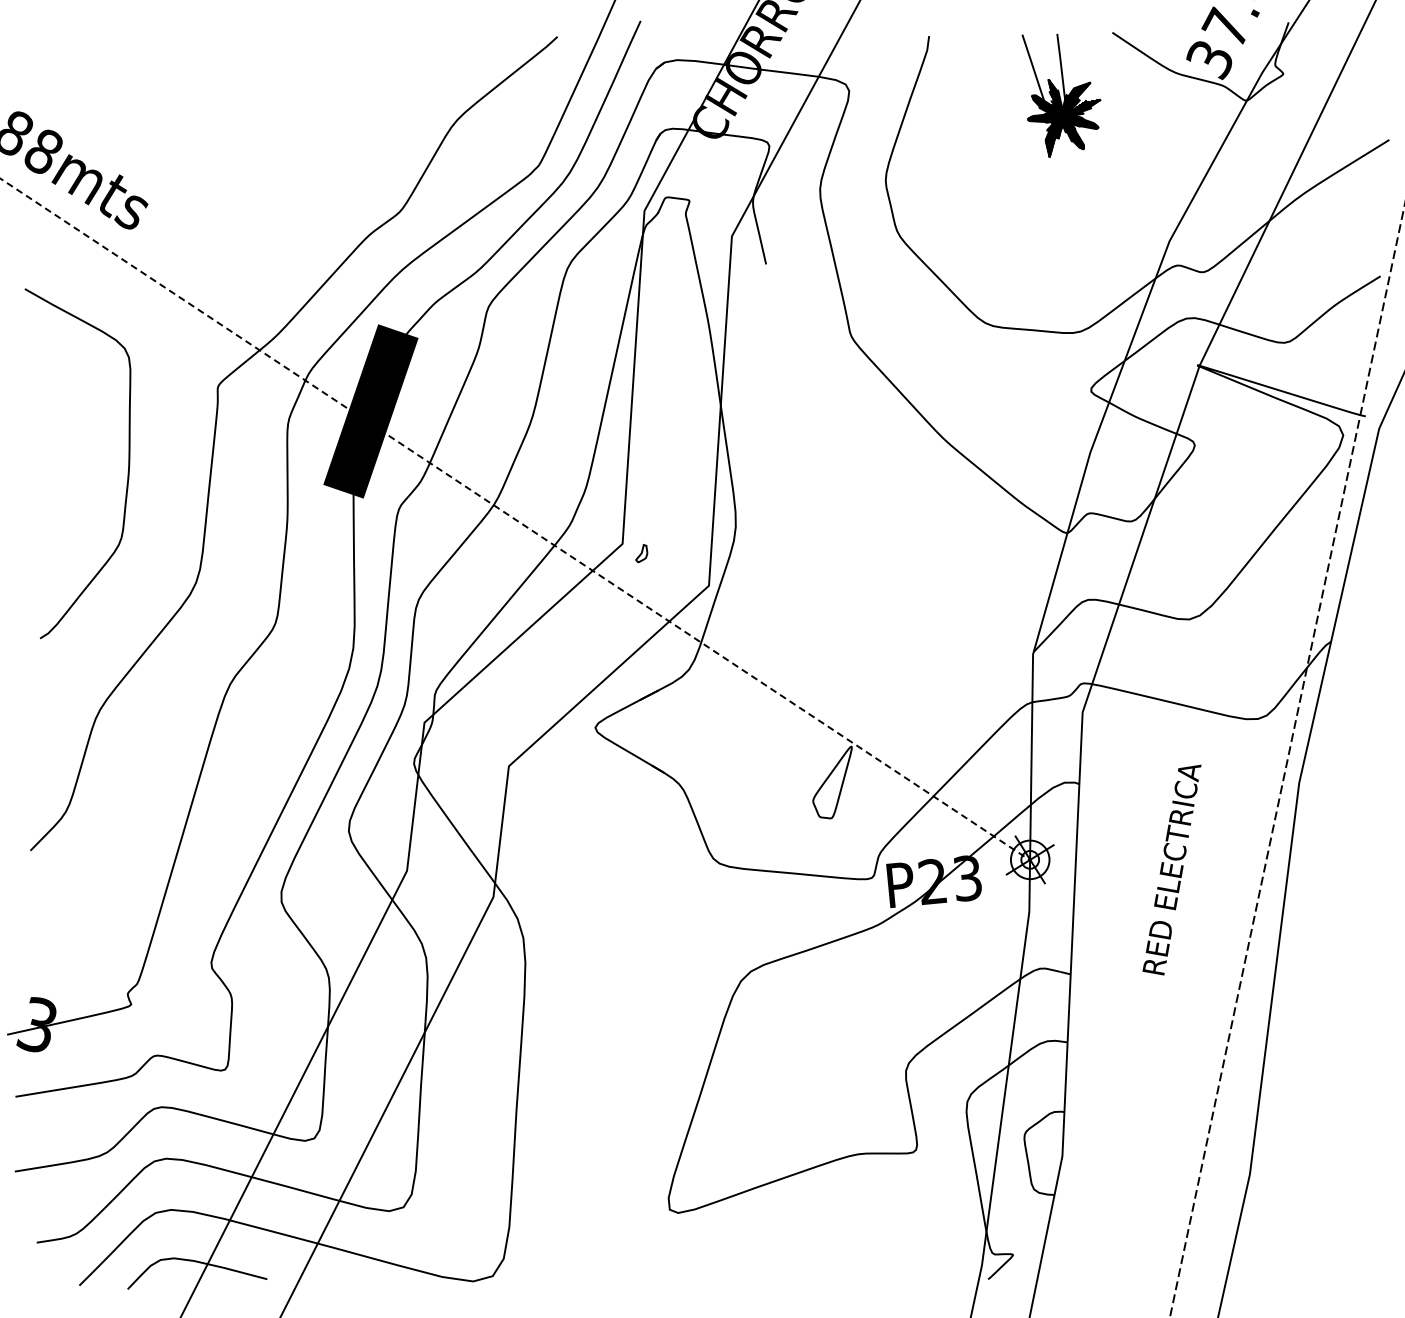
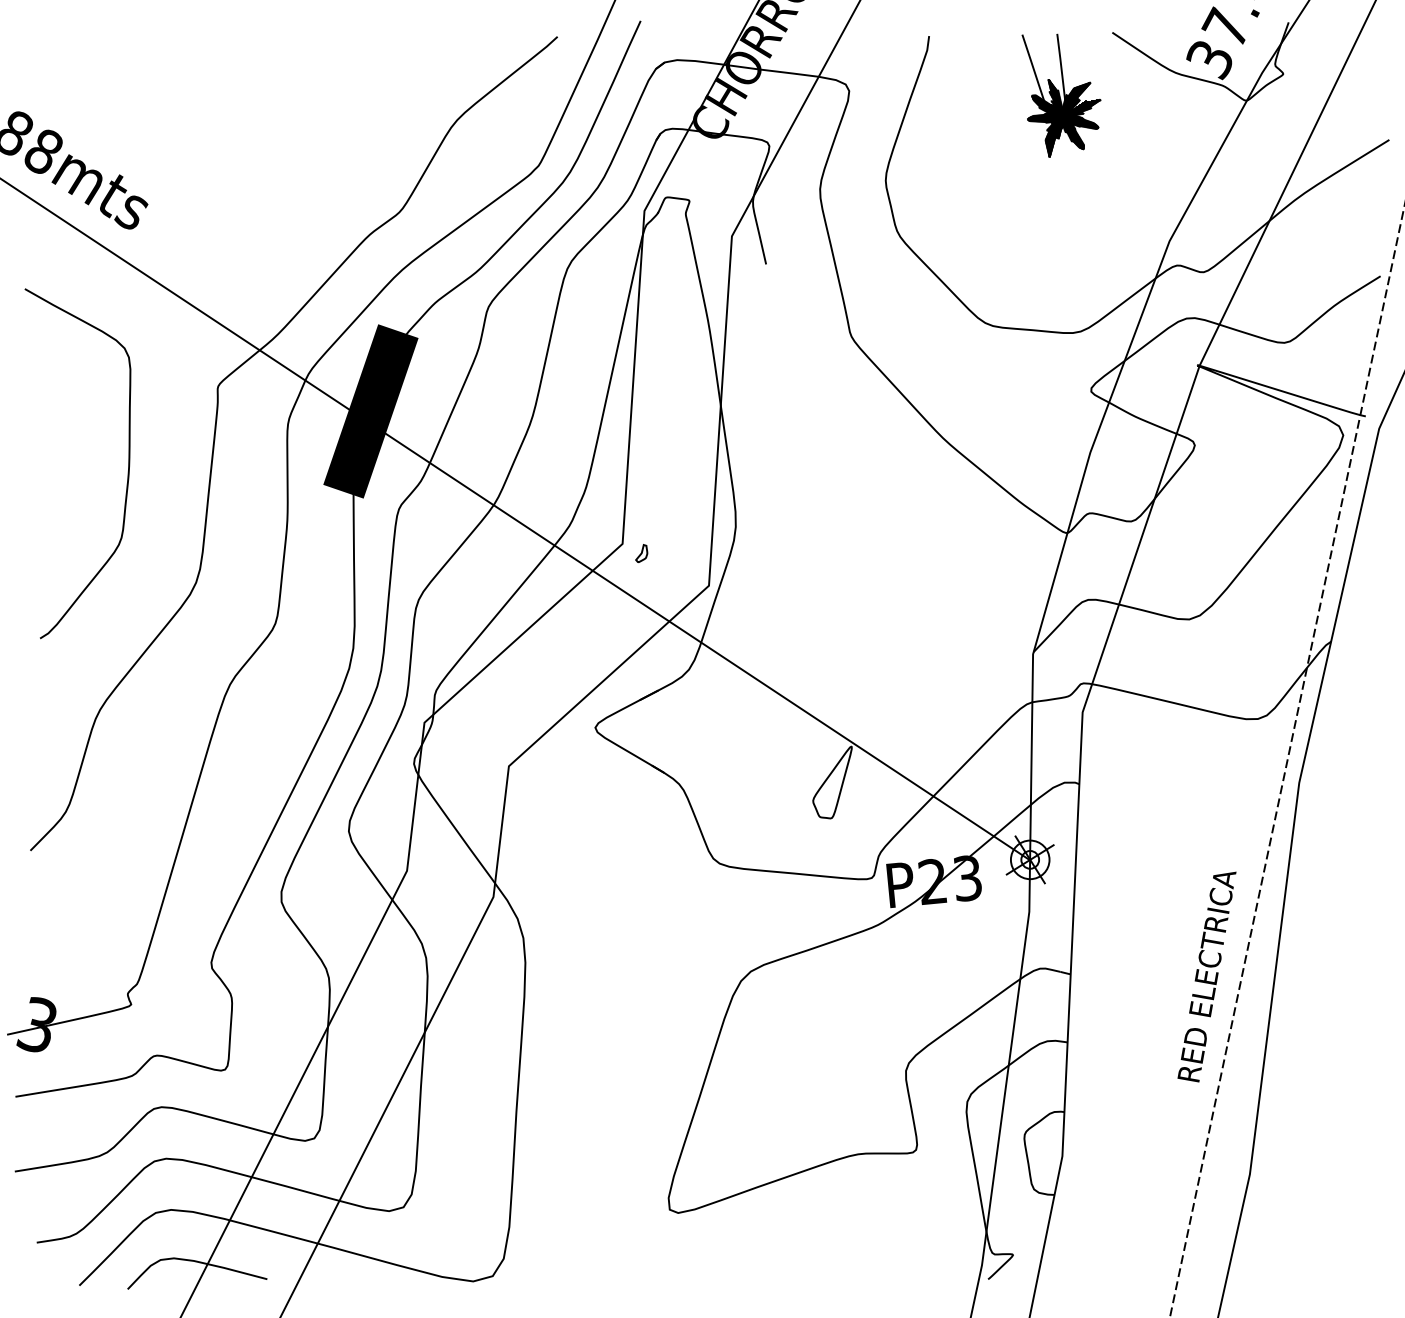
line at (515, 519): dashed -> solid
text at (1171, 869) position: (1171, 869) -> (1206, 976)
